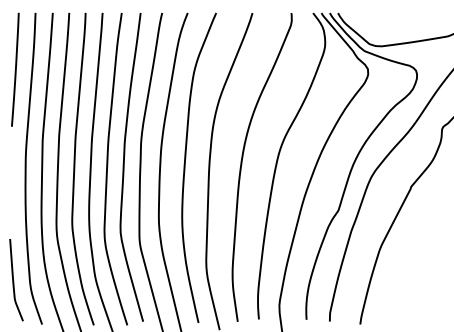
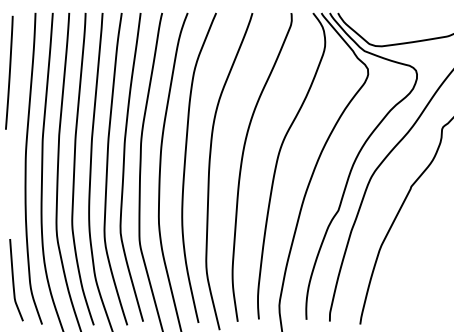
line at (15, 69) position: (15, 69) -> (9, 72)
